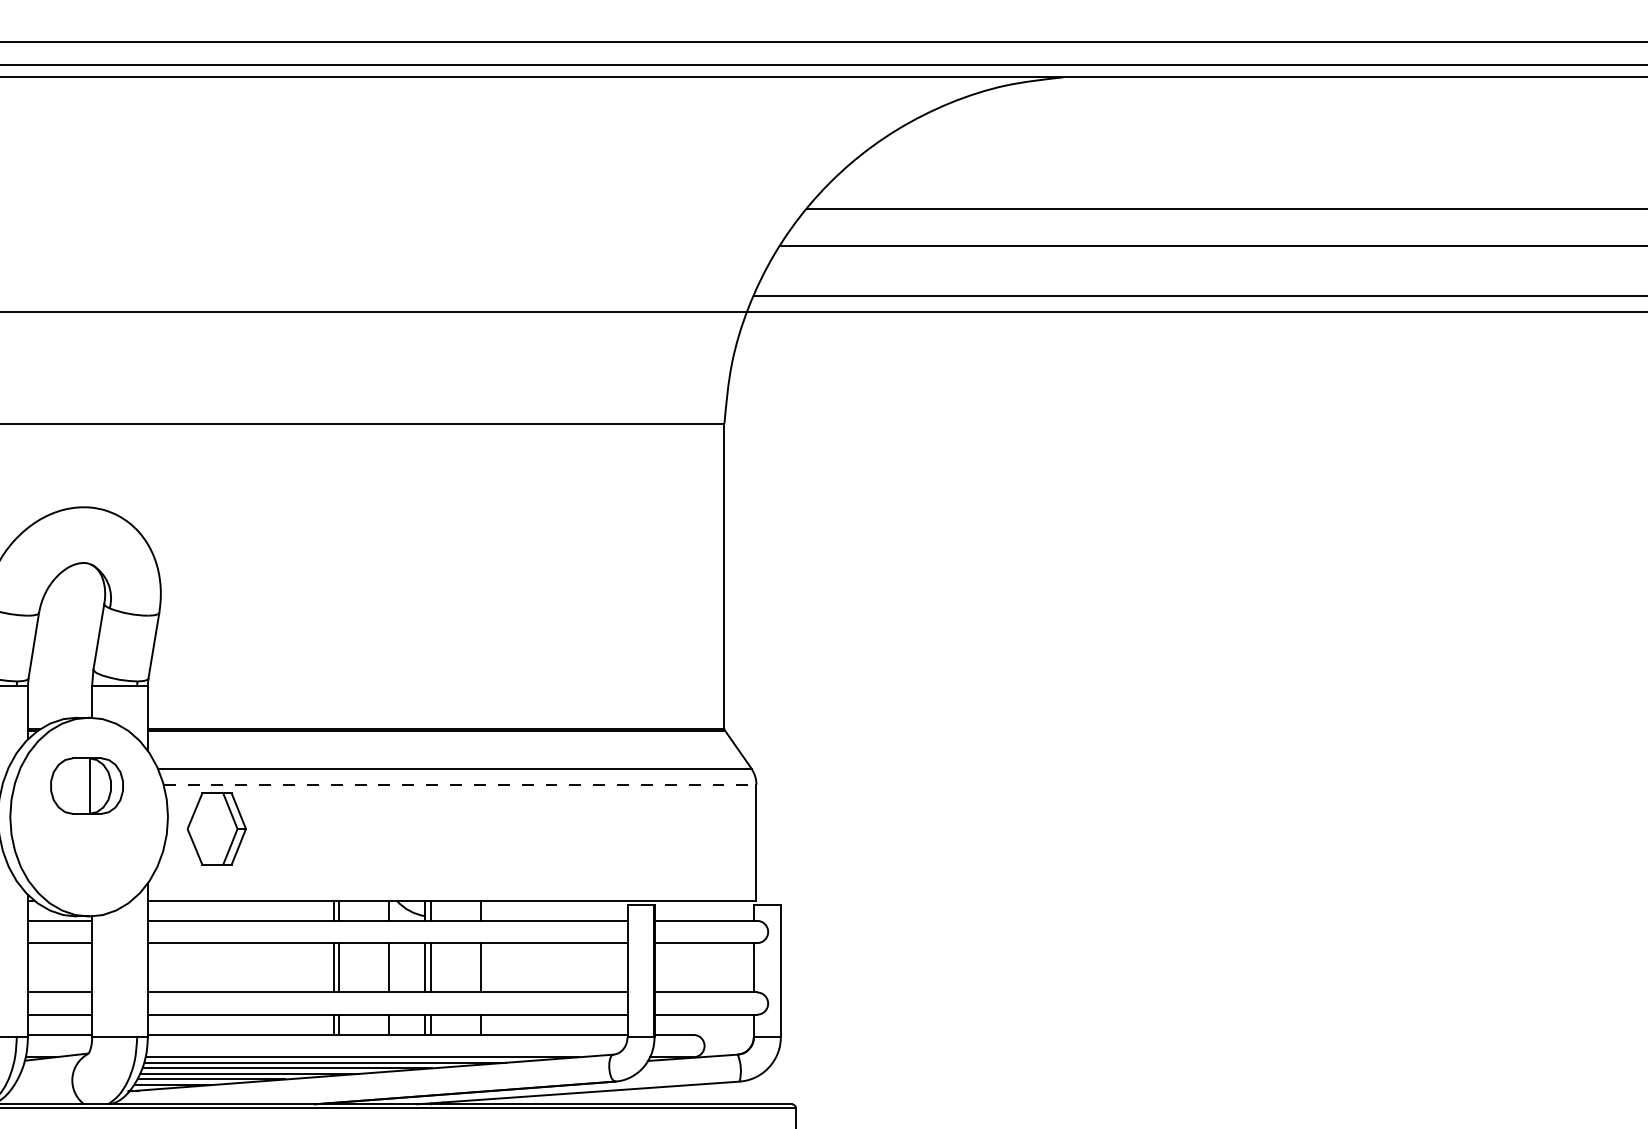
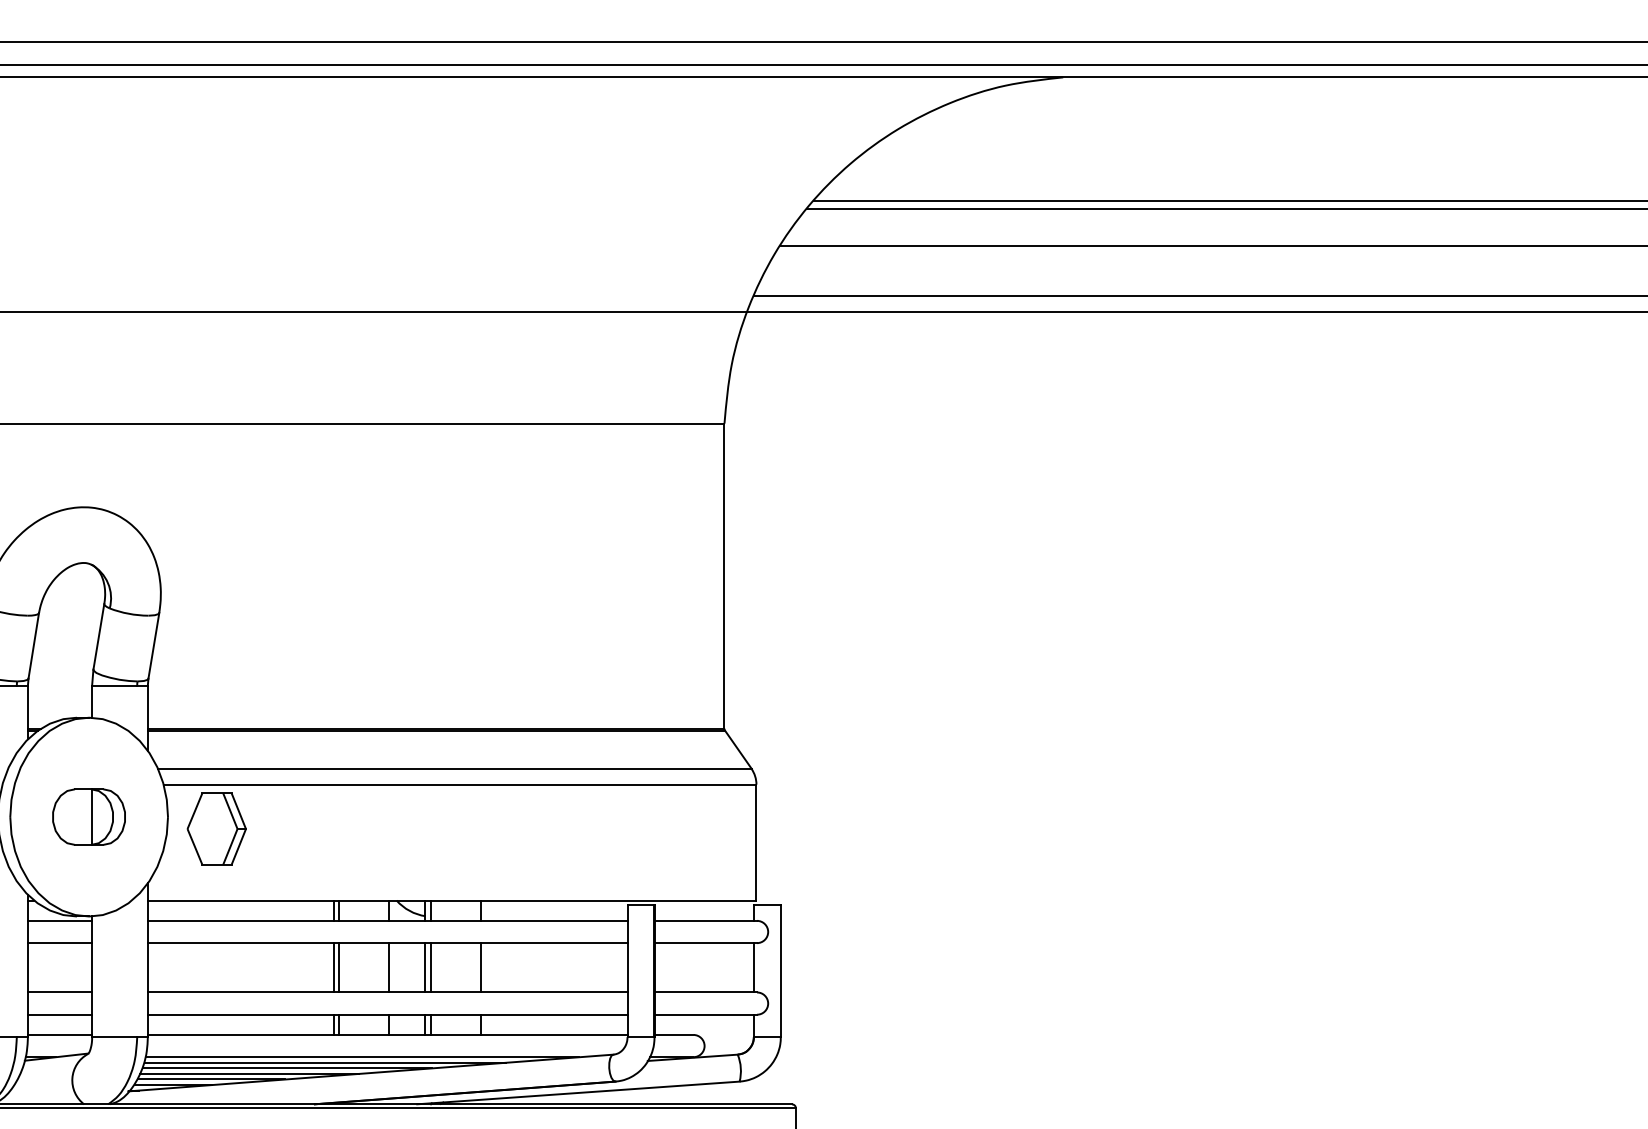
line at (1228, 201): none -> present
line at (460, 784): dashed -> solid
part at (86, 785) position: (86, 785) -> (88, 816)
